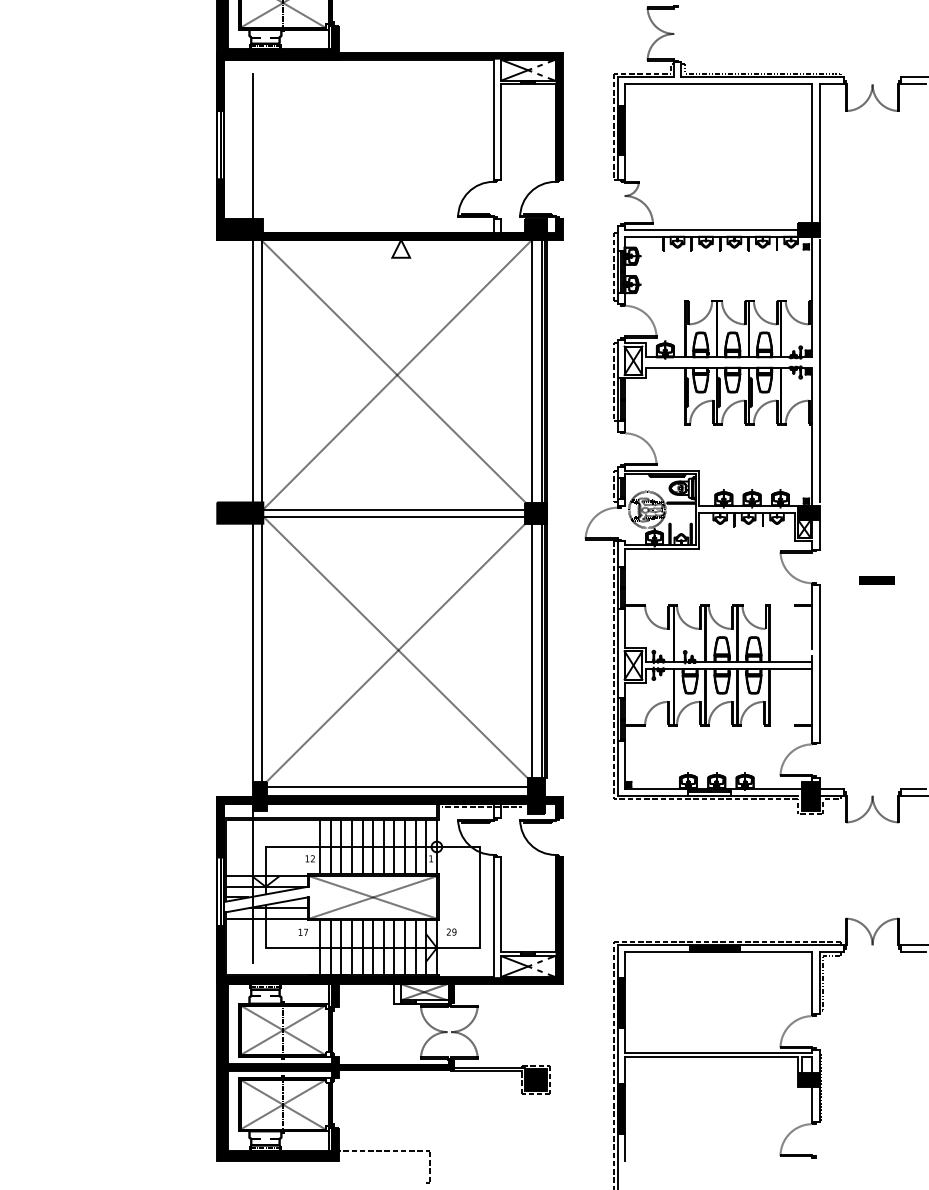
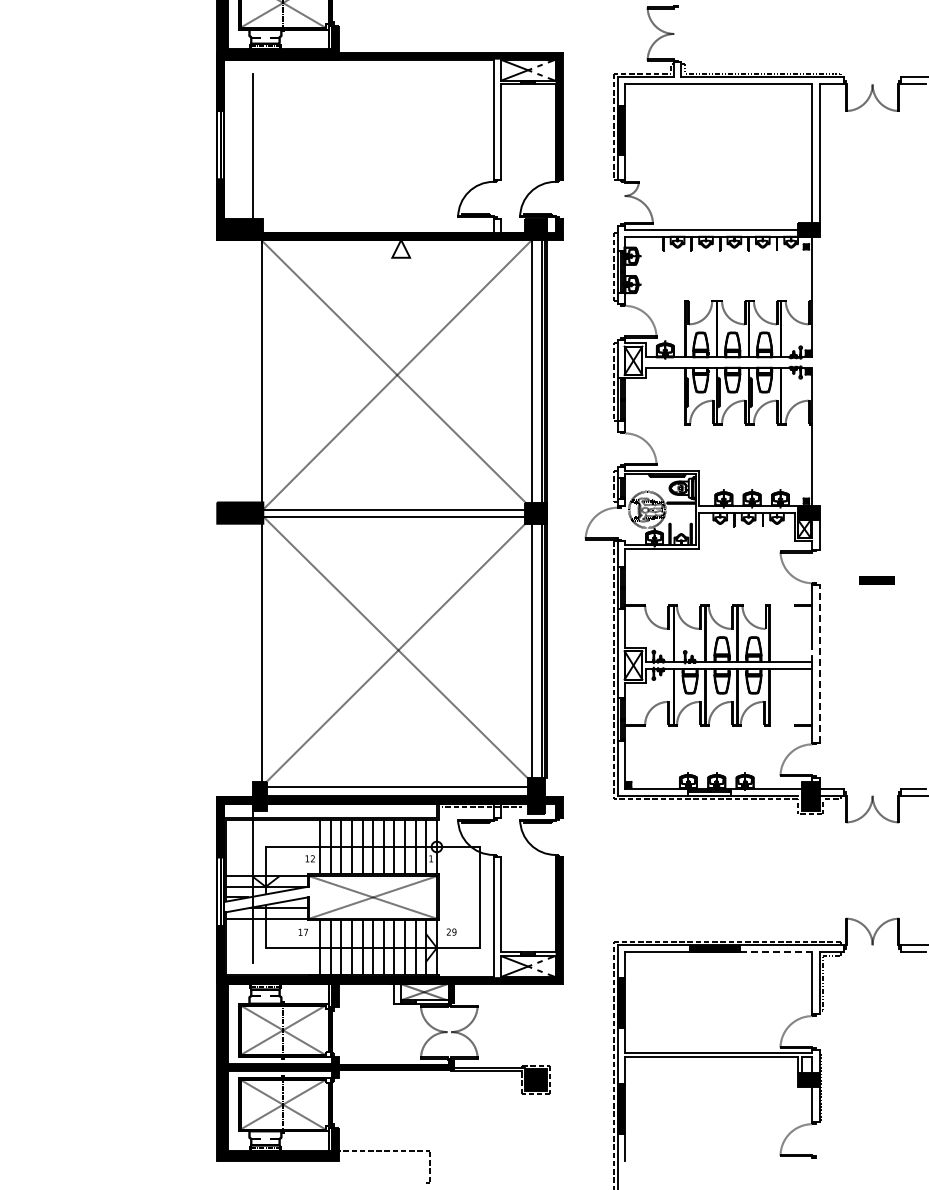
line at (819, 371): present -> none
line at (252, 512): present -> none
line at (819, 663): solid -> dashed
line at (776, 952): solid -> dashed
